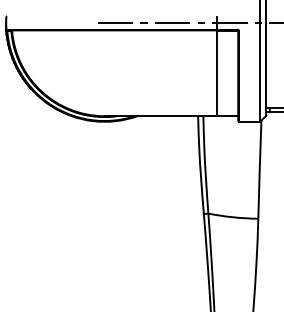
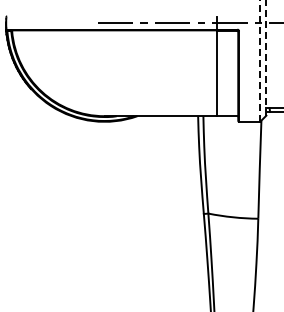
line at (266, 57): solid -> dashed
line at (260, 60): solid -> dashed
